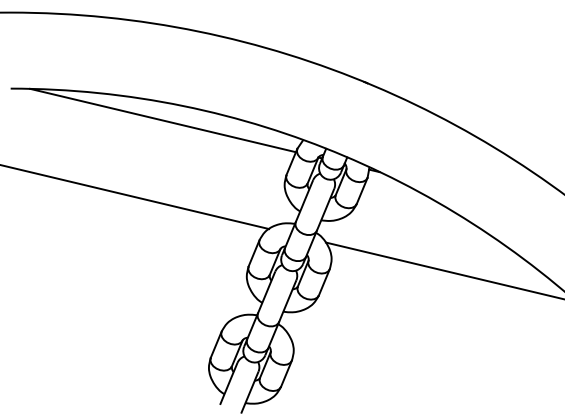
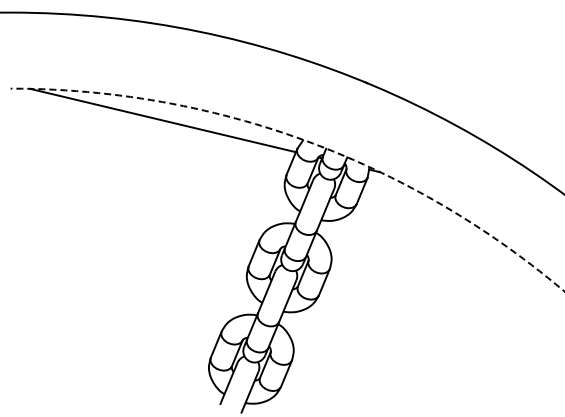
arc at (305, 140): solid -> dashed
line at (135, 197): present -> none
line at (443, 270): present -> none
